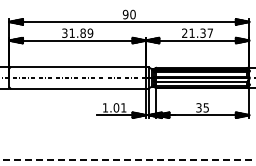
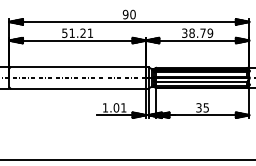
text at (77, 32): 31.89 -> 51.21
text at (197, 32): 21.37 -> 38.79
line at (128, 159): dashed -> solid
